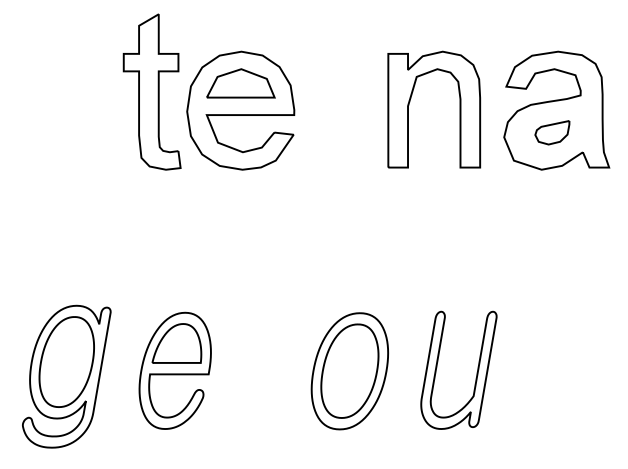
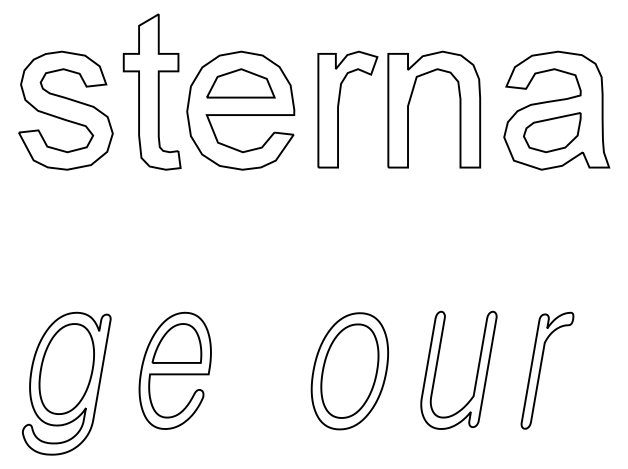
part at (339, 105): none -> present
part at (65, 110): none -> present
part at (552, 132) size: 37x26 px -> 59x42 px
part at (541, 369): none -> present
part at (66, 376) position: (66, 376) -> (66, 383)
